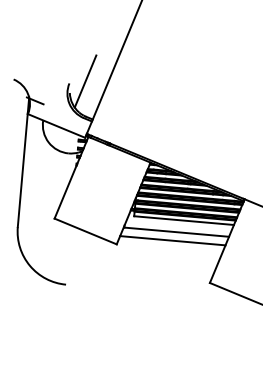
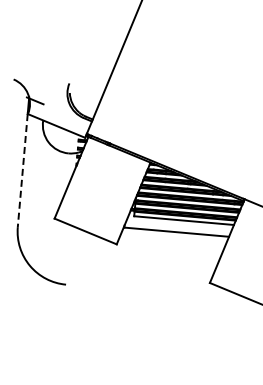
line at (85, 81): present -> none
line at (22, 170): solid -> dashed
line at (172, 240): present -> none
